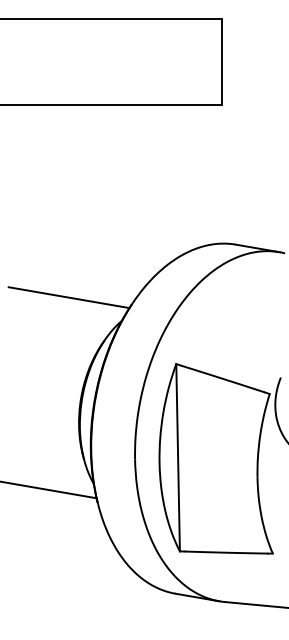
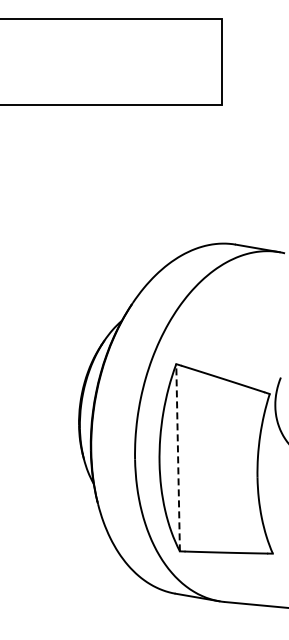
line at (68, 297): present -> none
line at (178, 457): solid -> dashed
line at (49, 490): present -> none
